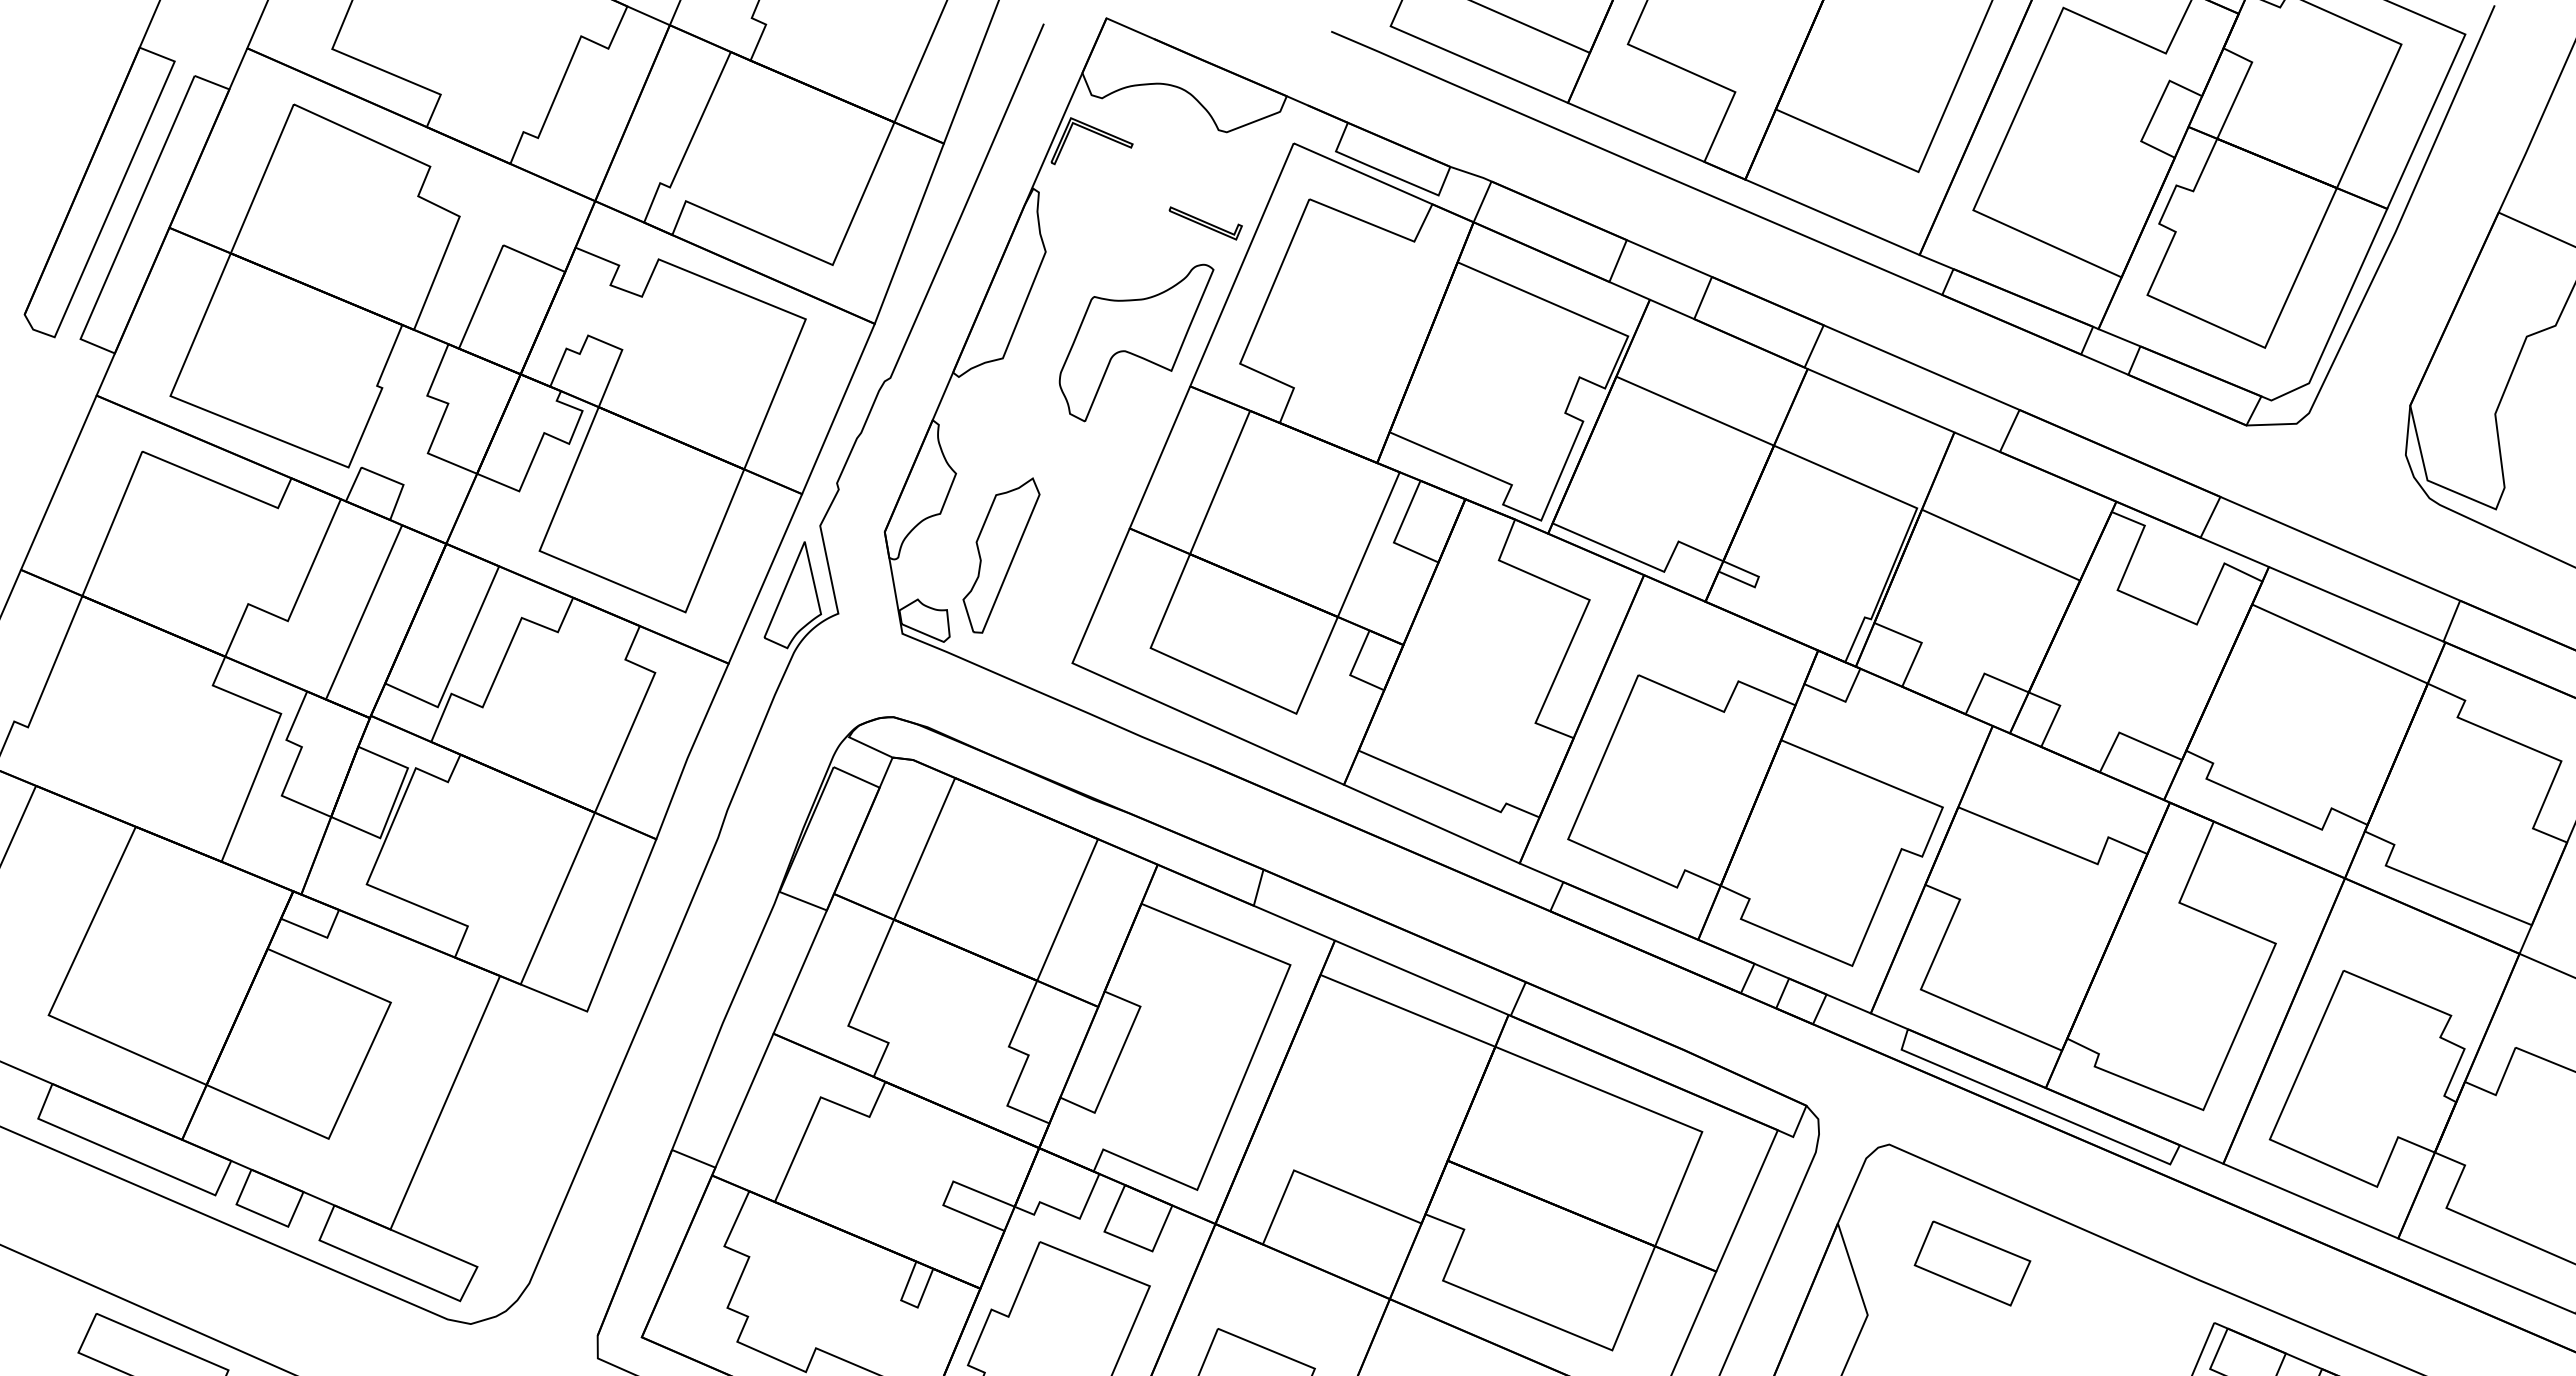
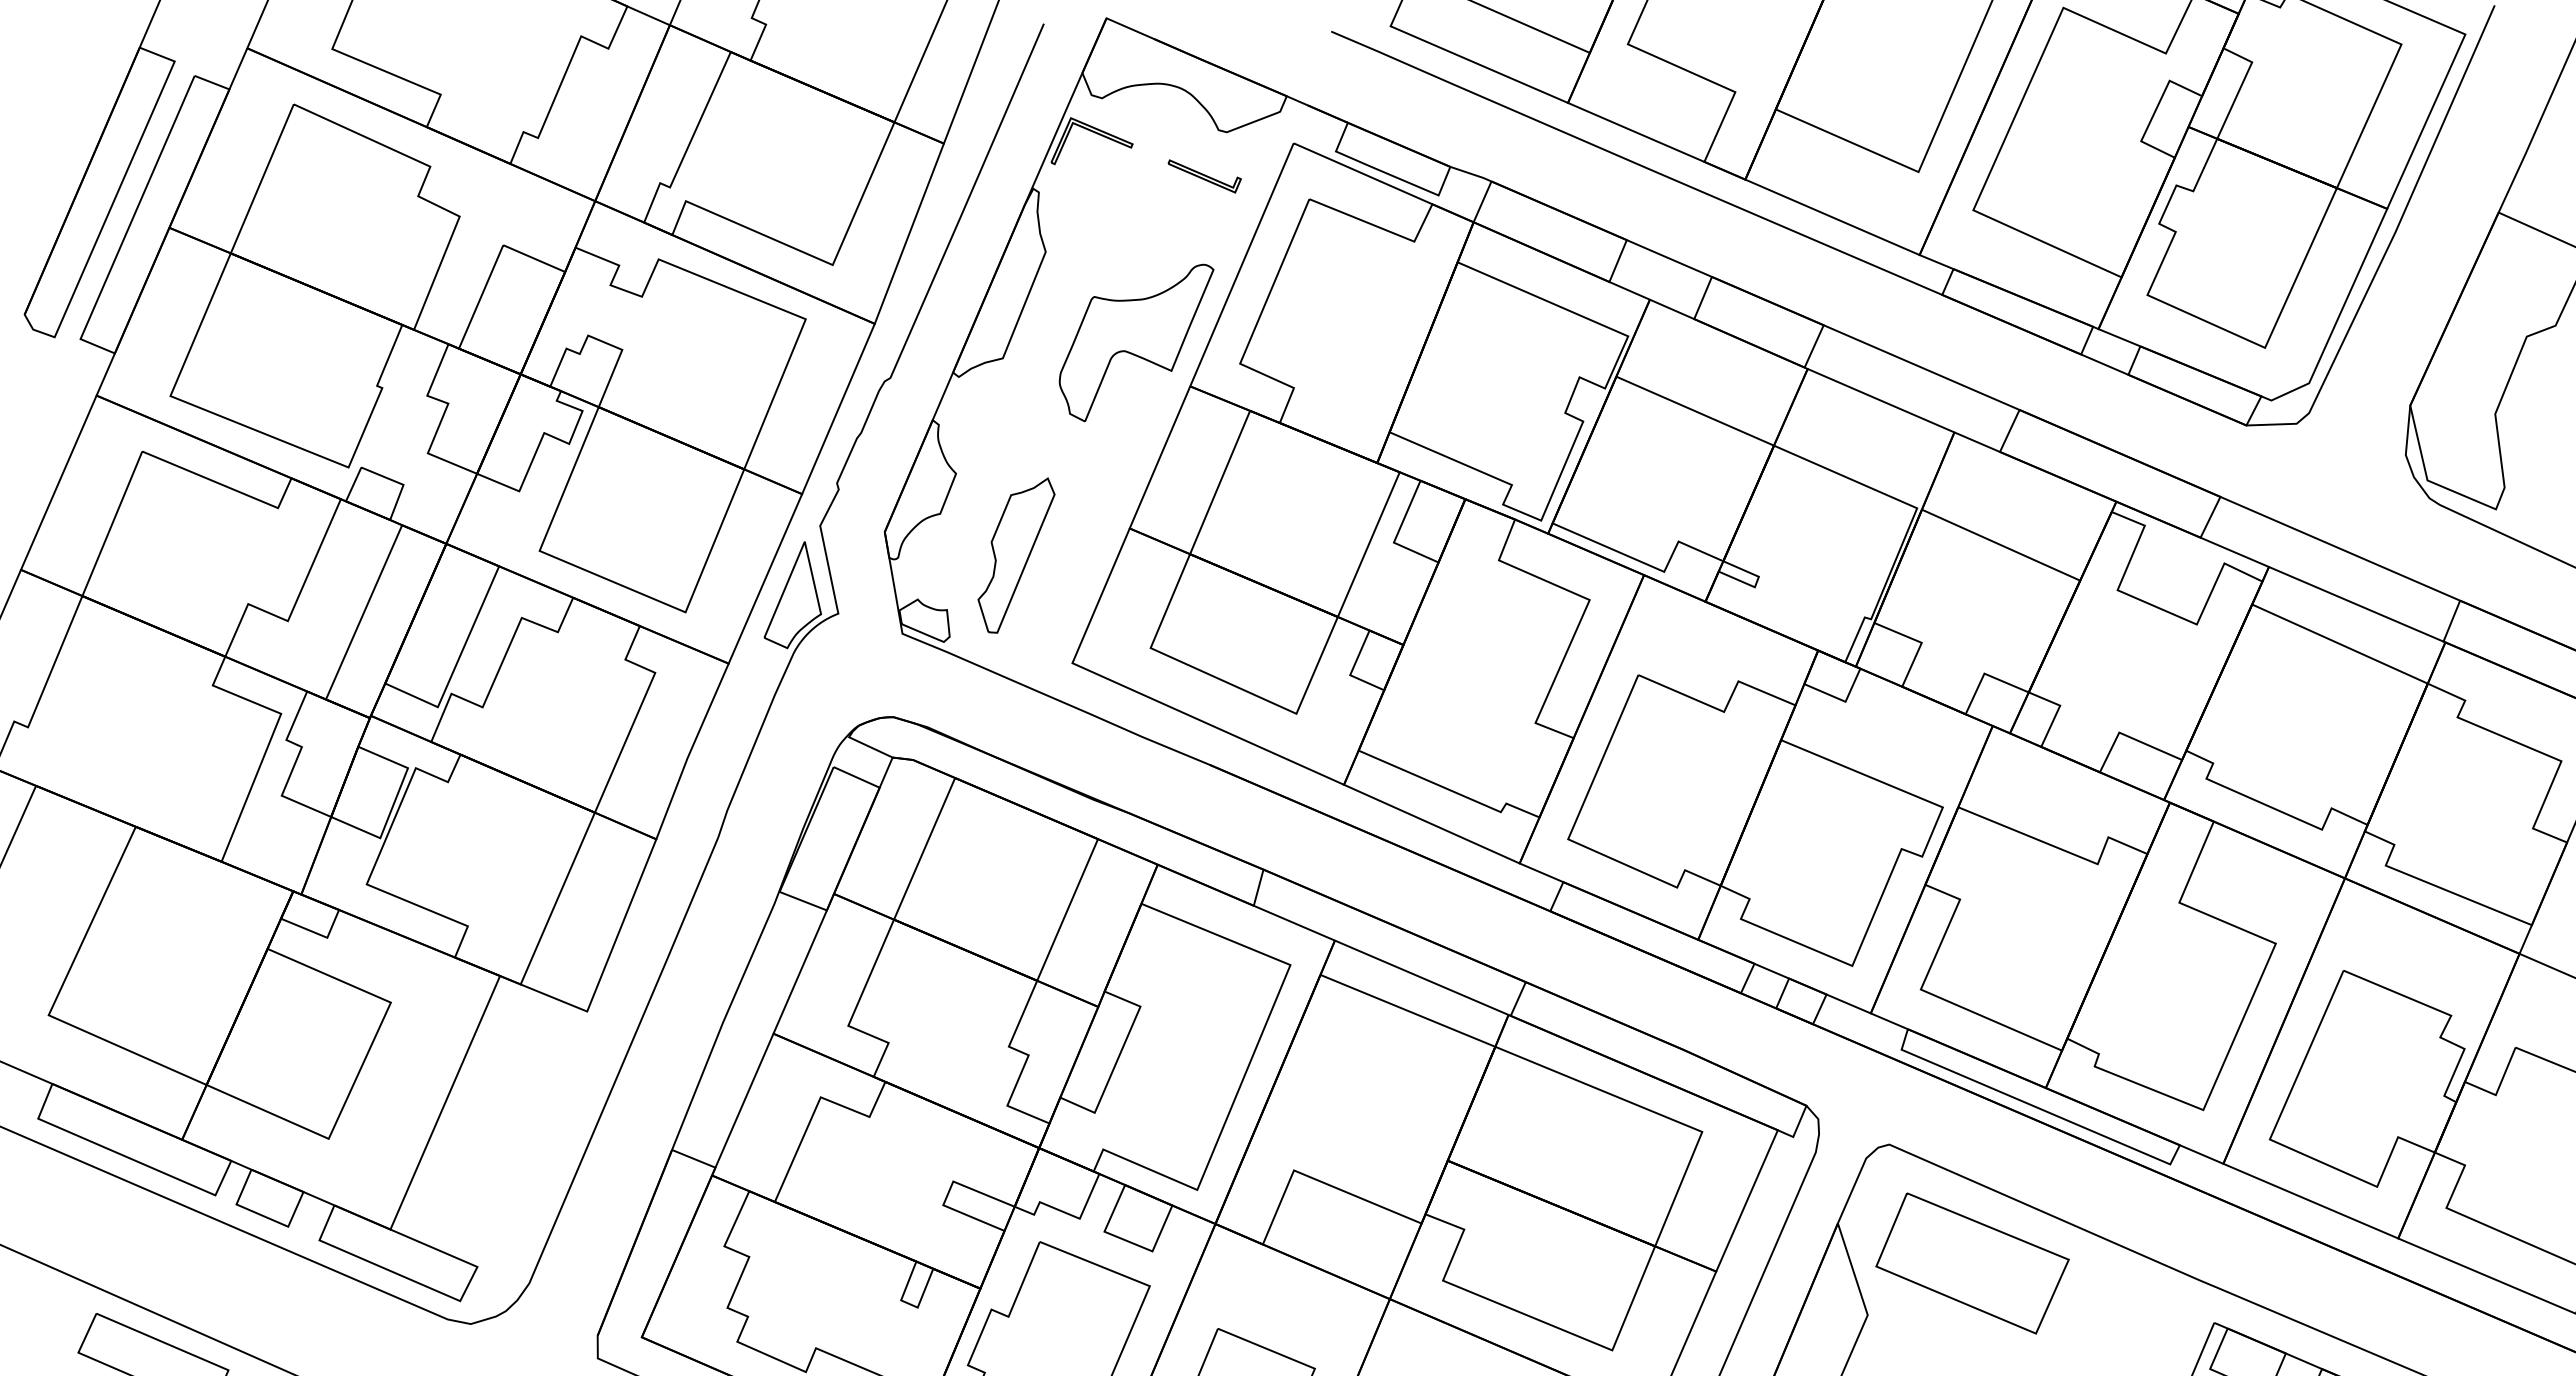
part at (1205, 223) position: (1205, 223) -> (1204, 176)
part at (1001, 555) position: (1001, 555) -> (1016, 555)
part at (1972, 1263) size: 119x87 px -> 195x143 px
